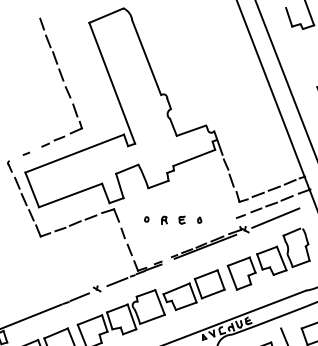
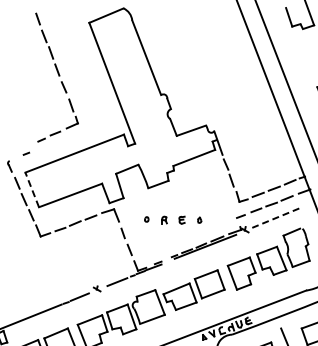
part at (60, 82) position: (60, 82) -> (56, 77)
line at (32, 189): solid -> dashed
line at (275, 218): solid -> dashed
